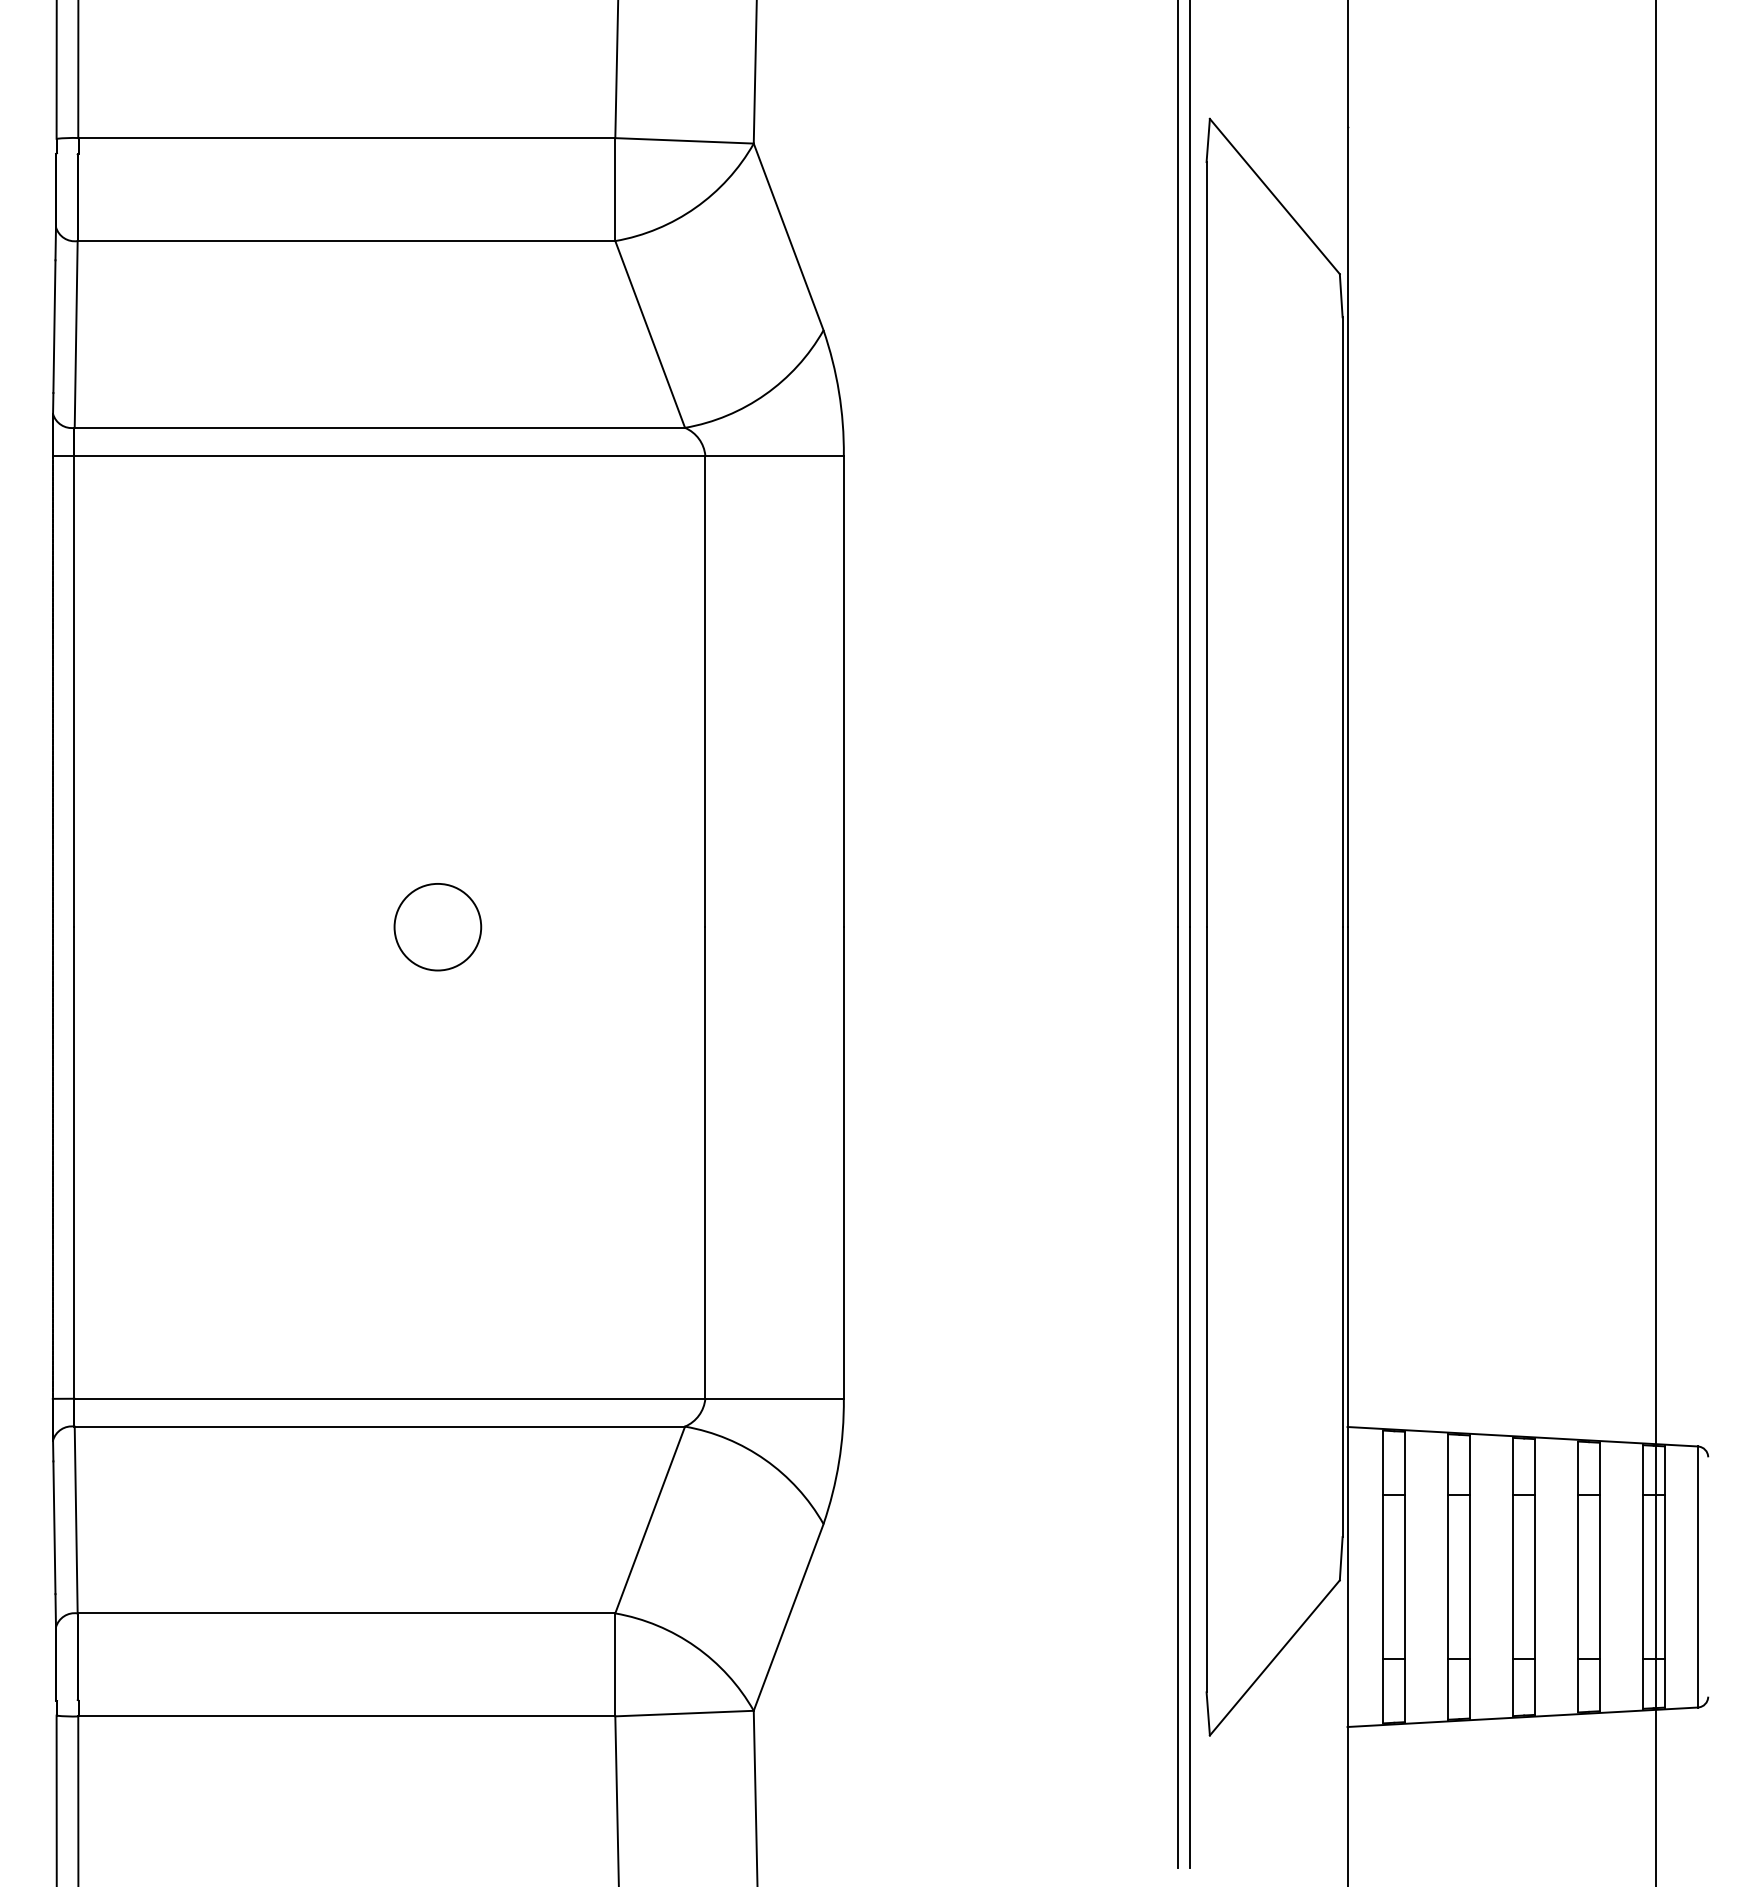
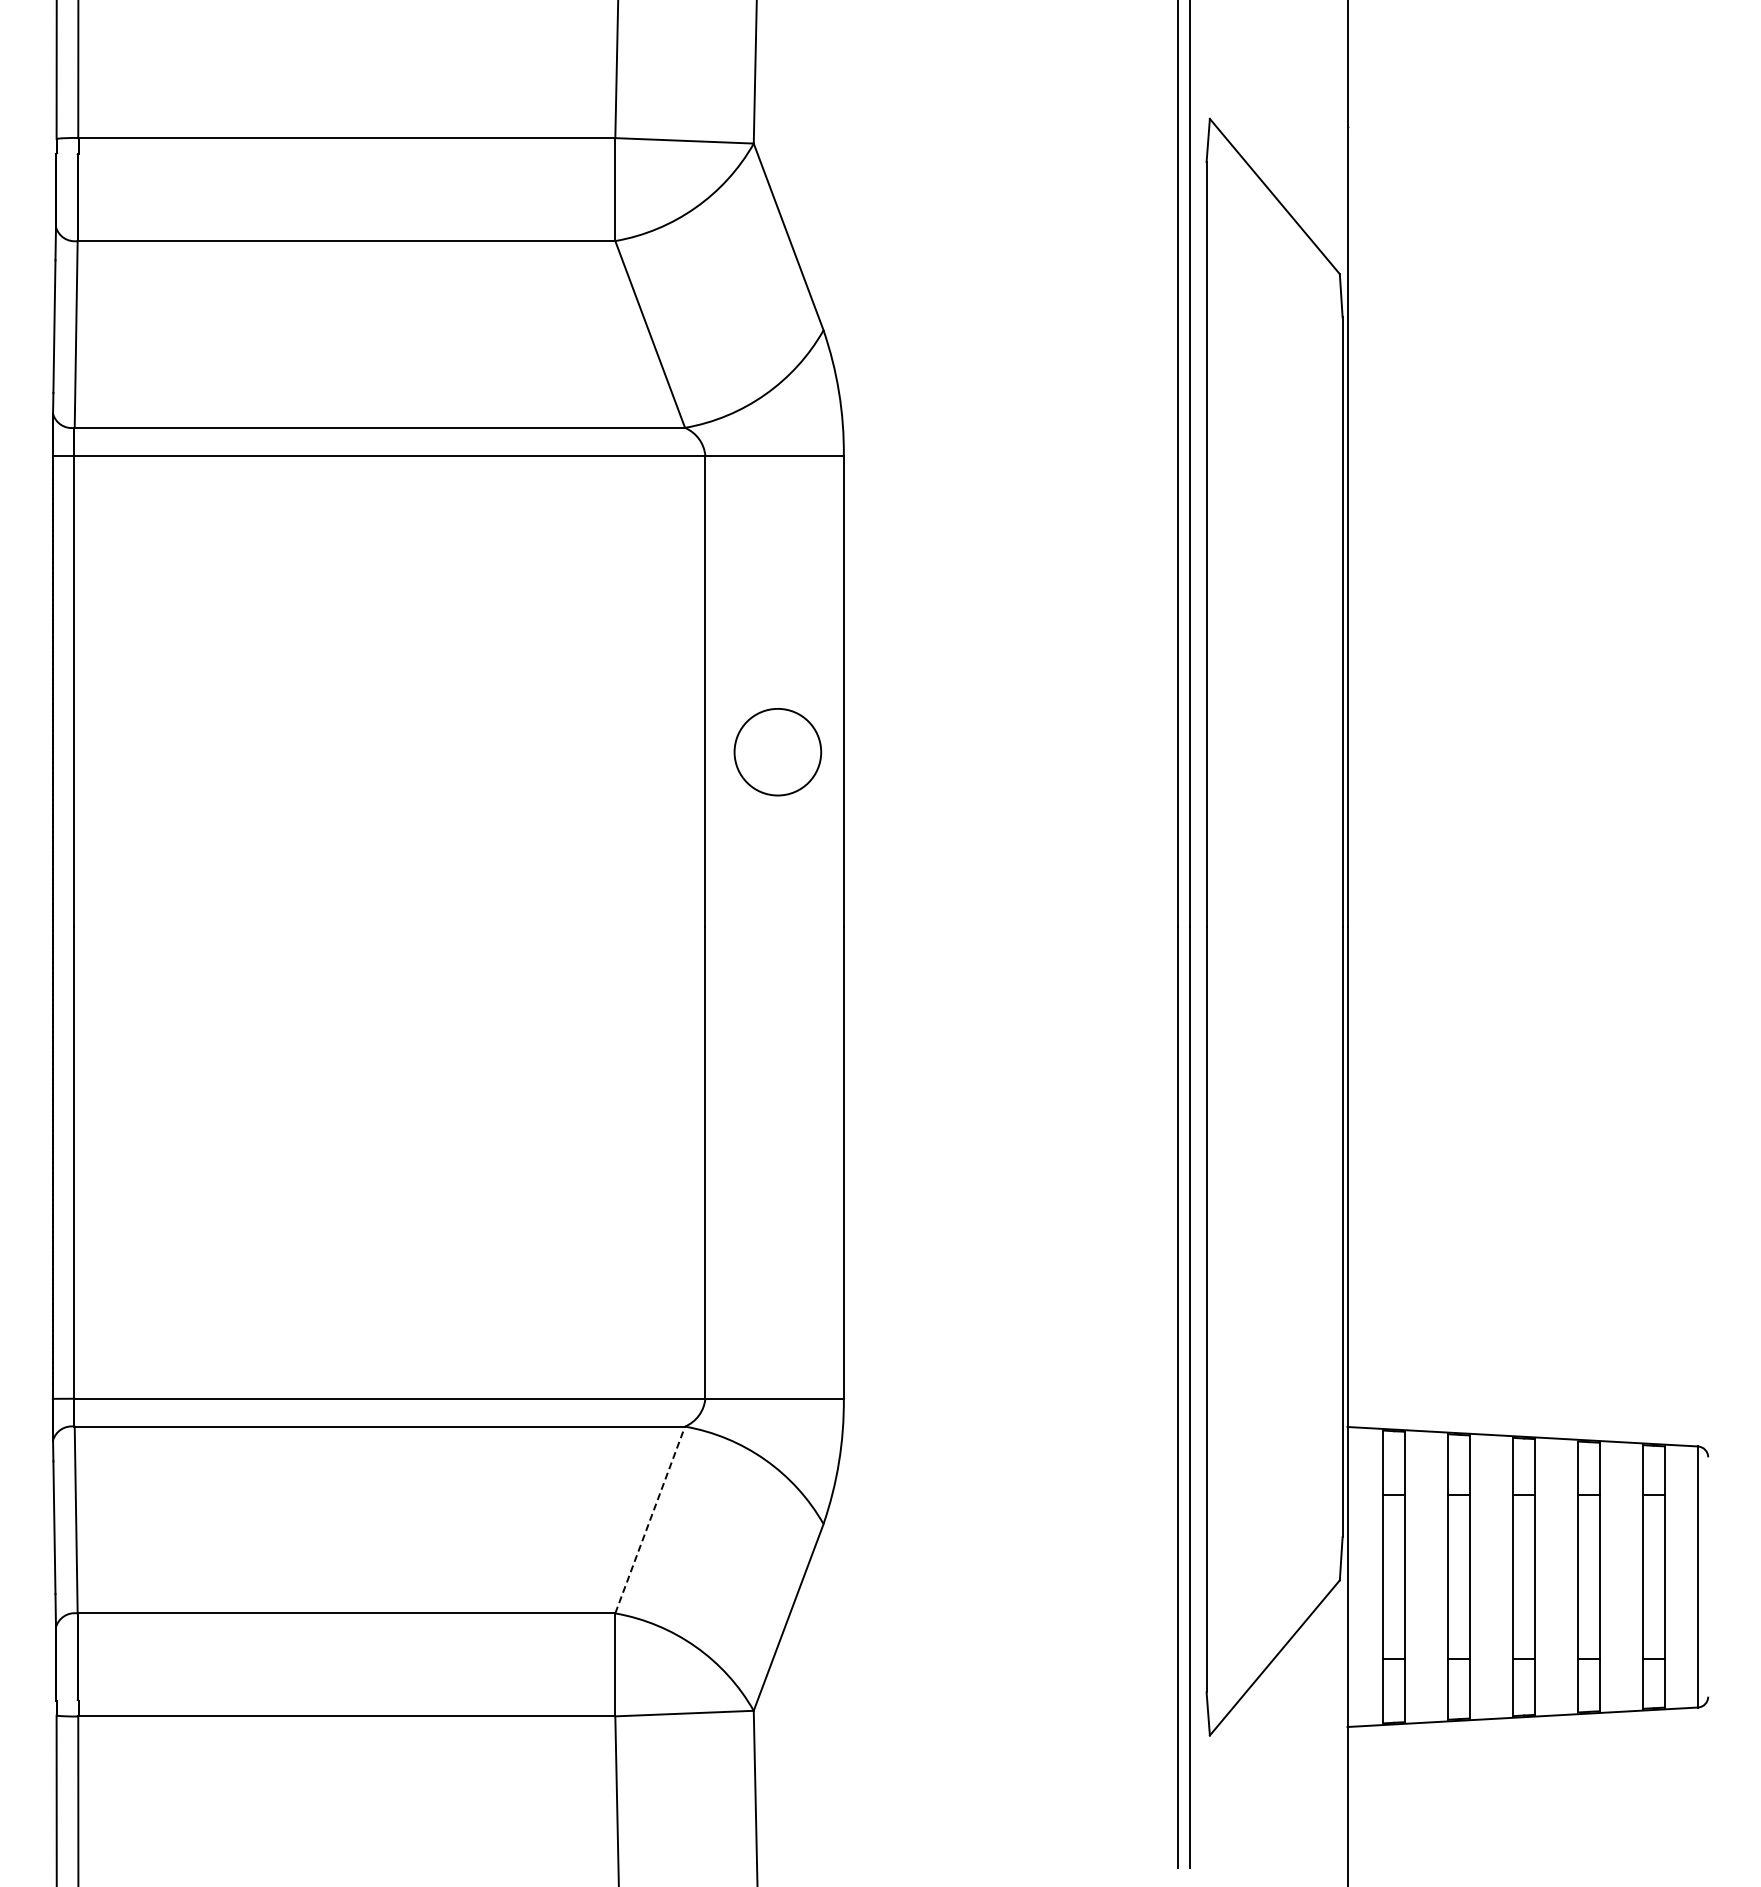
circle at (437, 927) position: (437, 927) -> (777, 752)
line at (1656, 942): present -> none
line at (650, 1520): solid -> dashed
